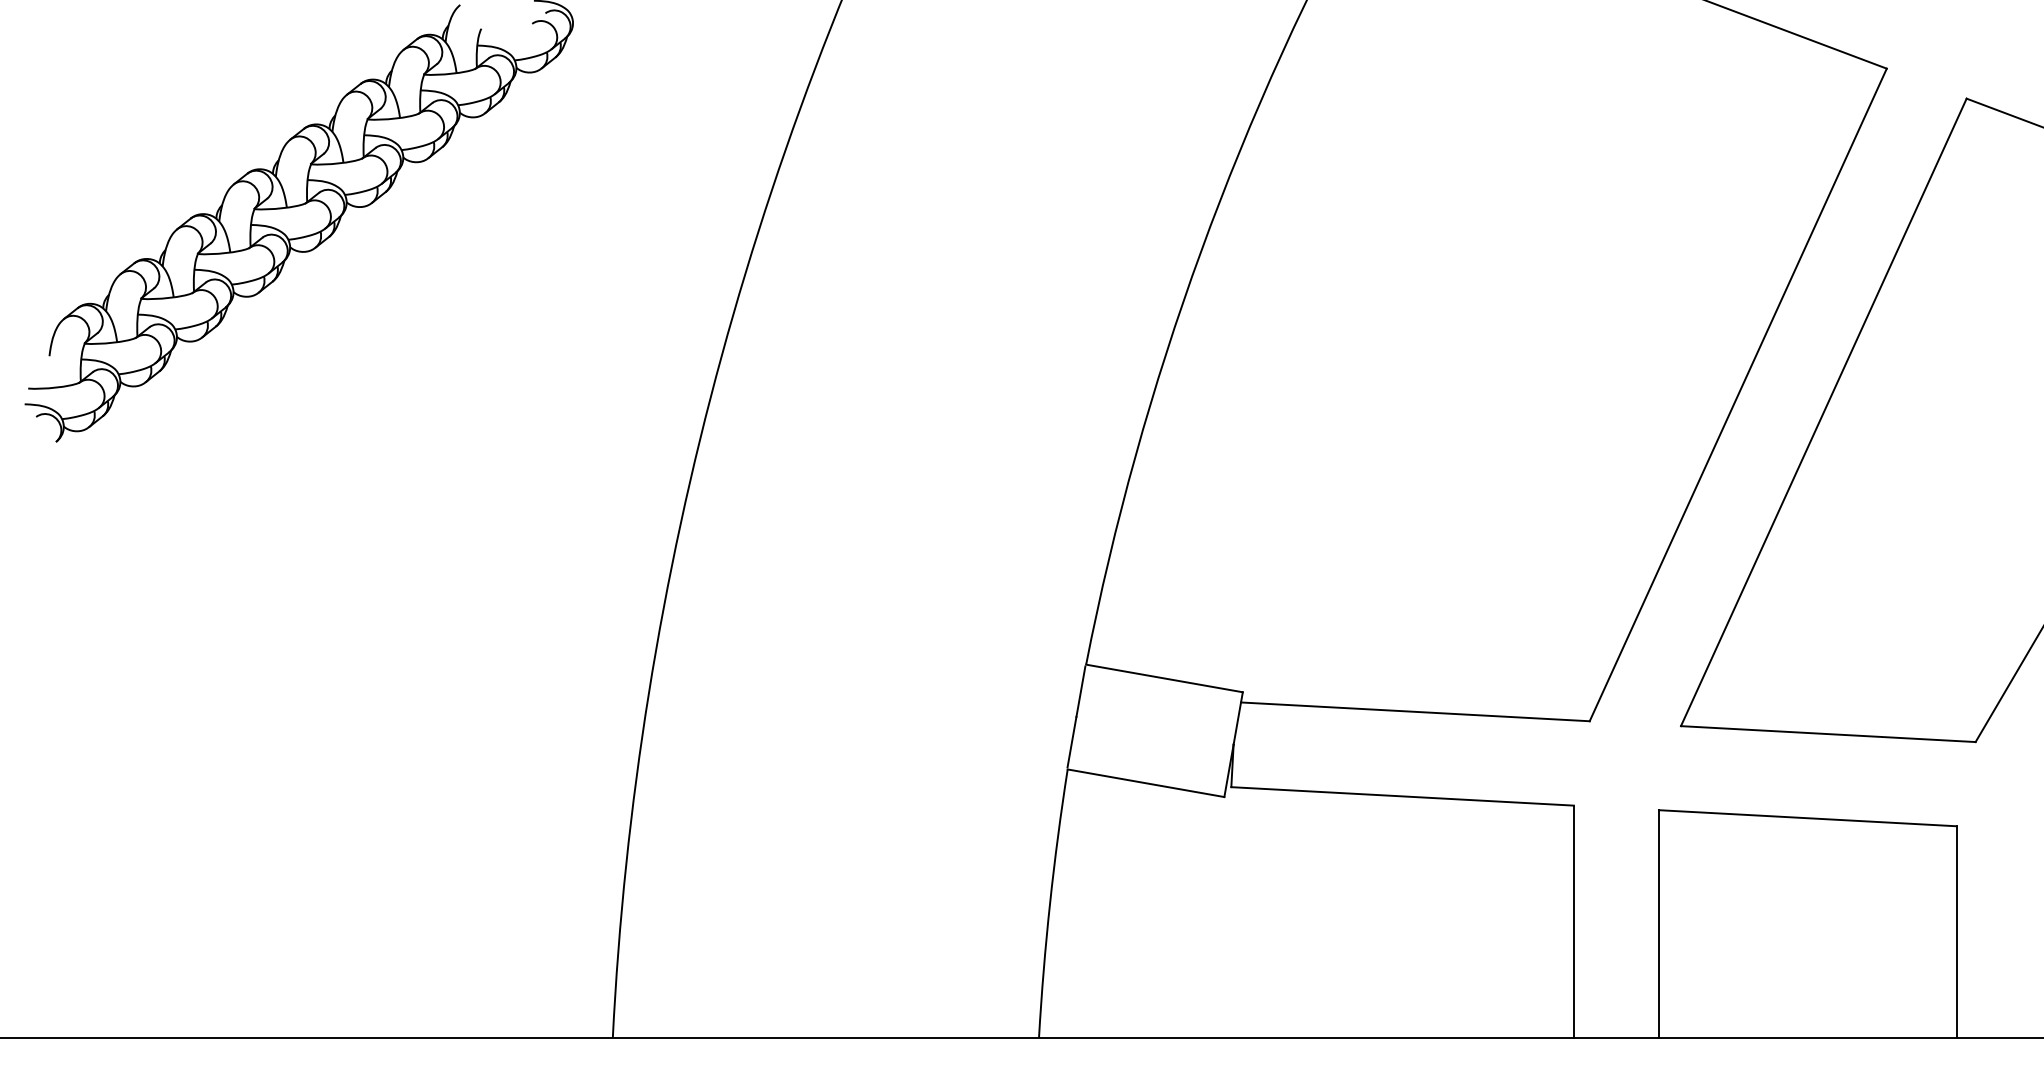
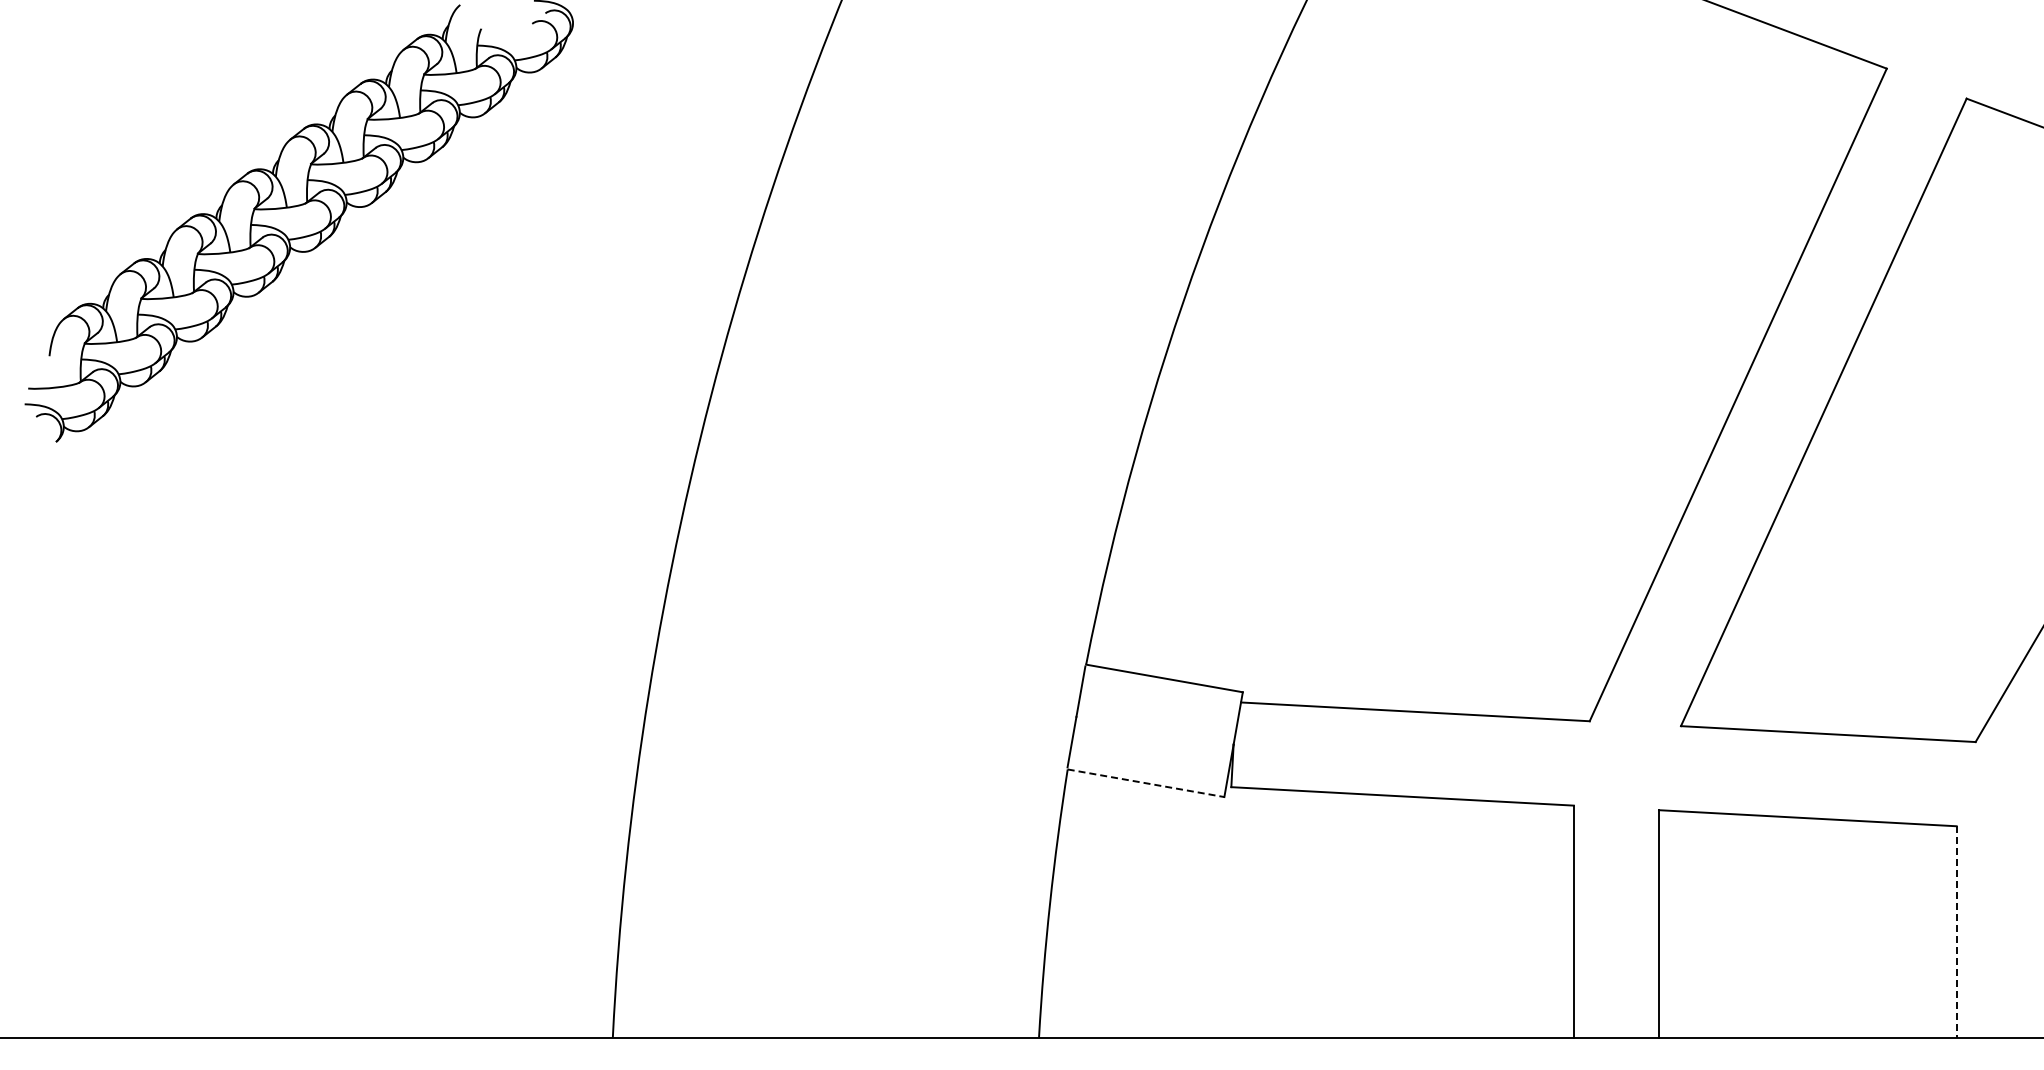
line at (1146, 783): solid -> dashed
line at (1956, 931): solid -> dashed
